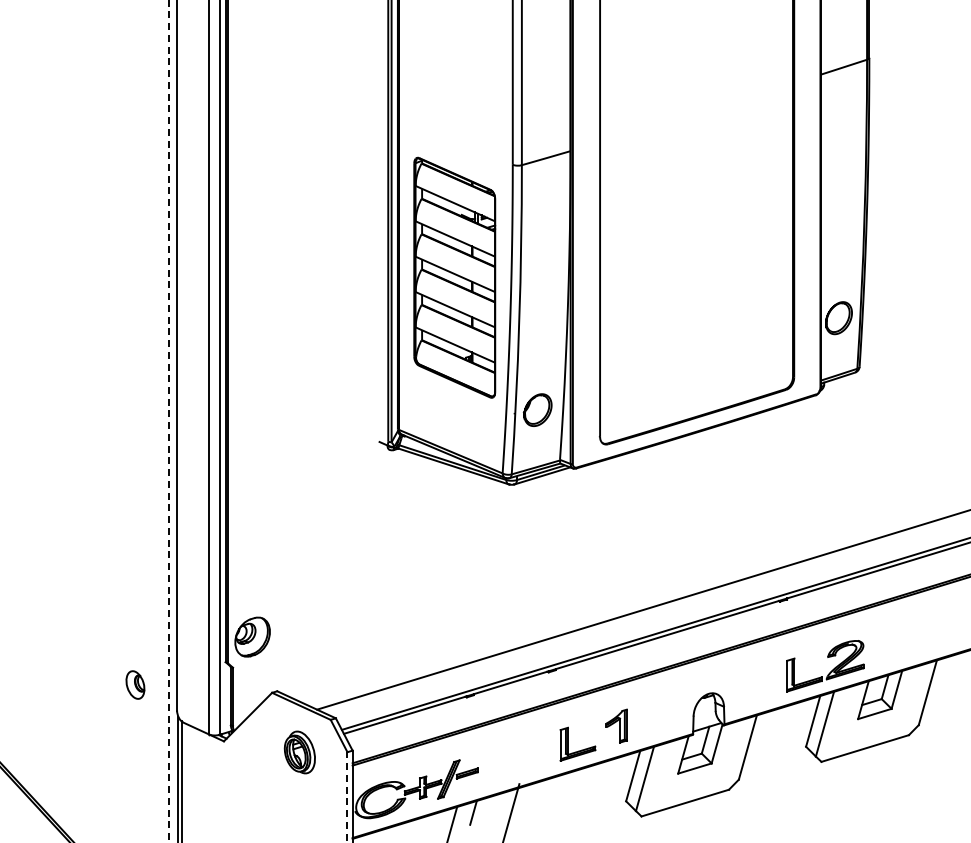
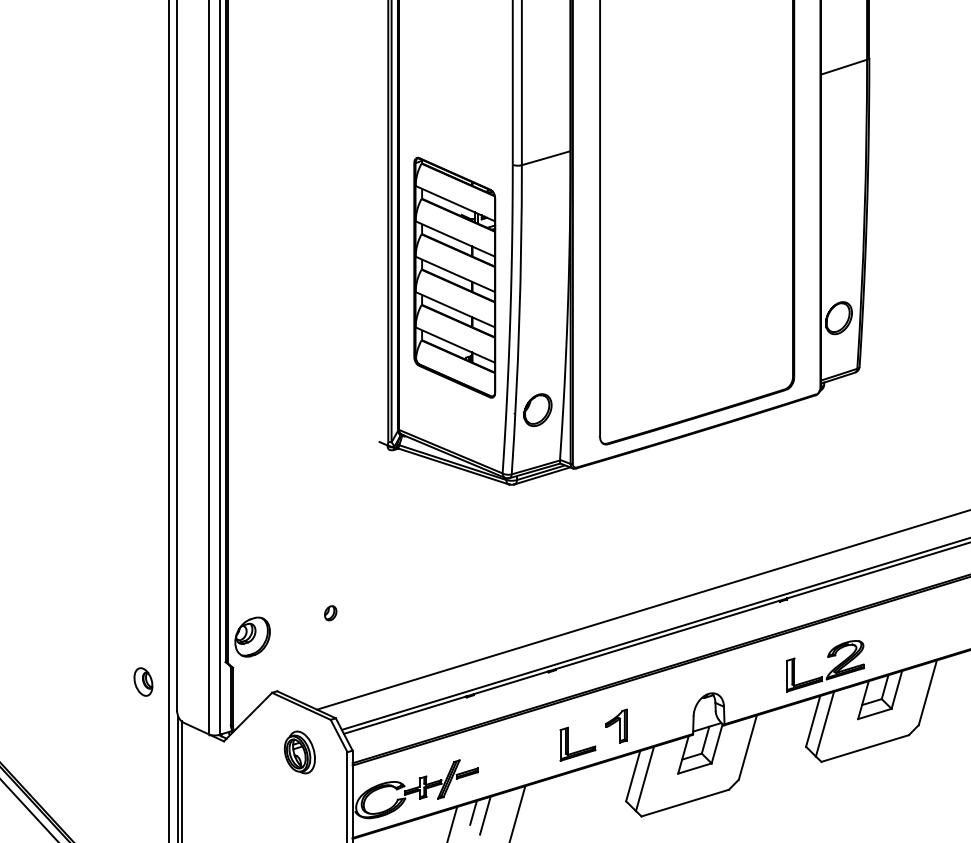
line at (169, 421): dashed -> solid
part at (330, 613): none -> present
part at (135, 684) position: (135, 684) -> (143, 681)
line at (347, 797): dashed -> solid
line at (29, 810): none -> present
line at (511, 811) position: (511, 811) -> (517, 812)
line at (485, 815): none -> present
